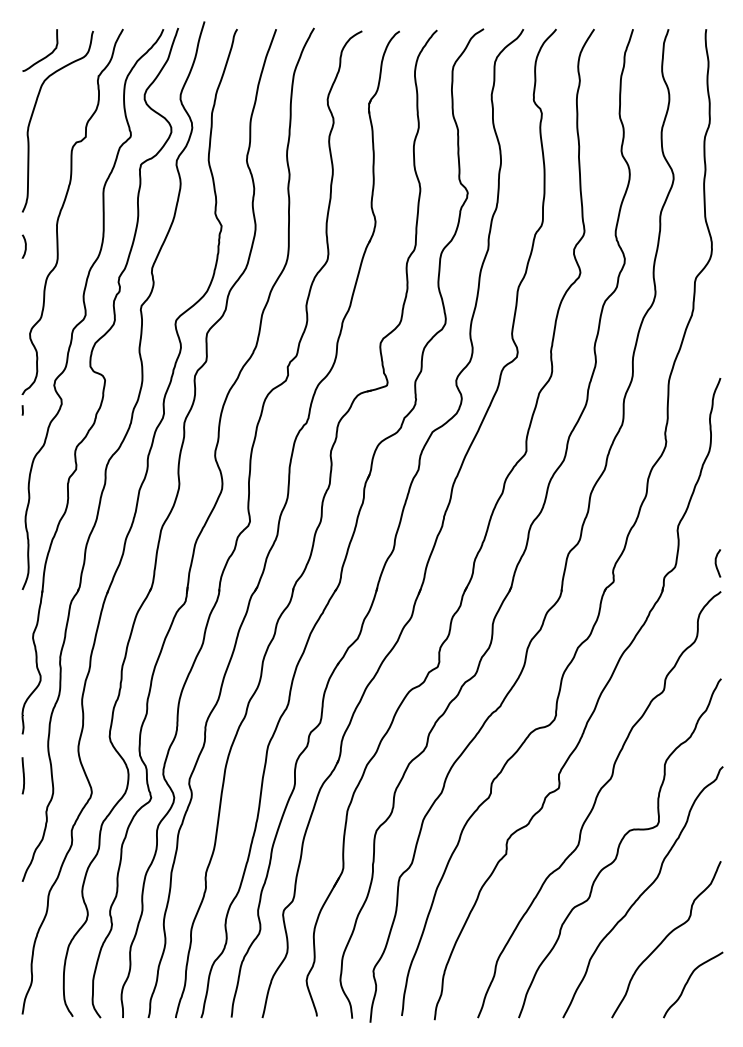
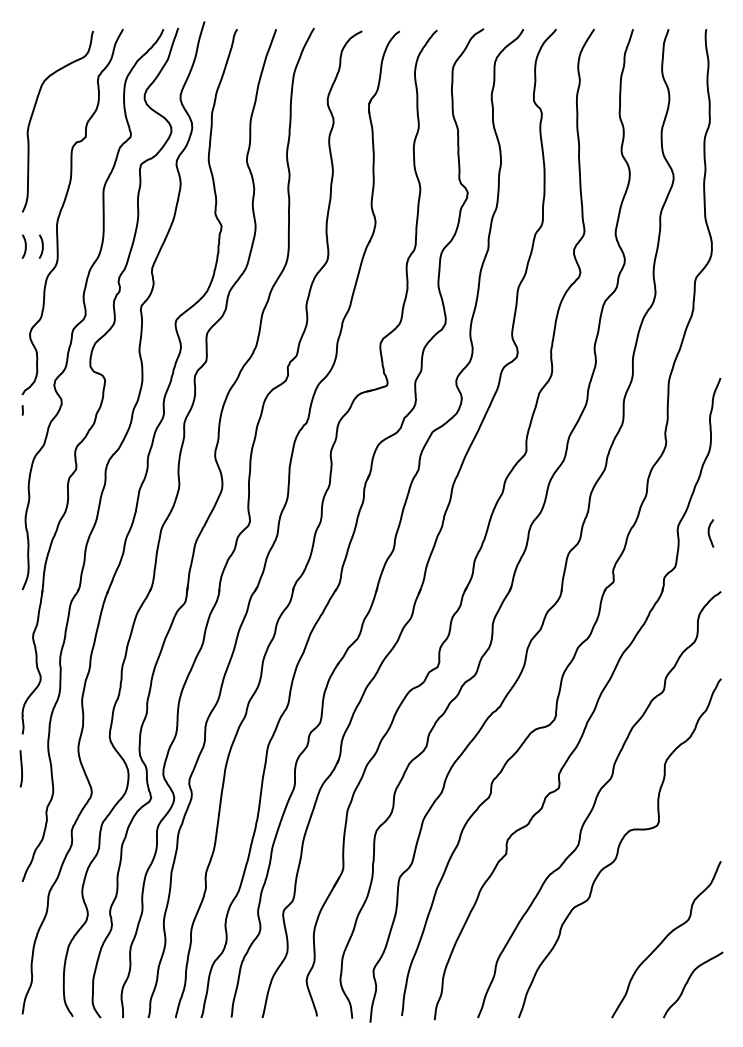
curve at (43, 57): present -> none
curve at (42, 246): none -> present
curve at (716, 563) position: (716, 563) -> (709, 533)
curve at (23, 775) position: (23, 775) -> (21, 768)
curve at (642, 892): present -> none
